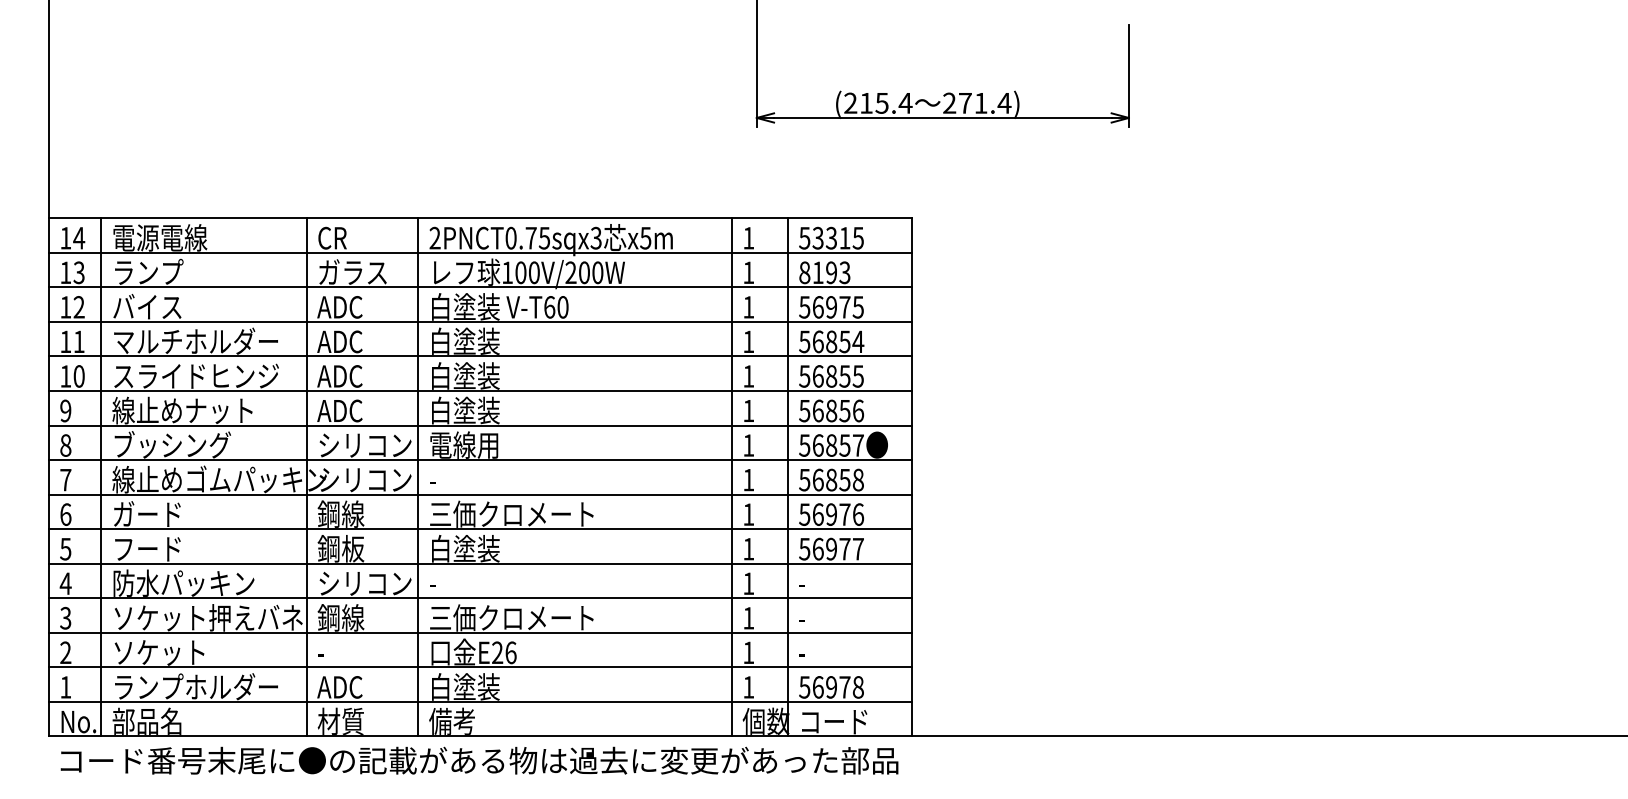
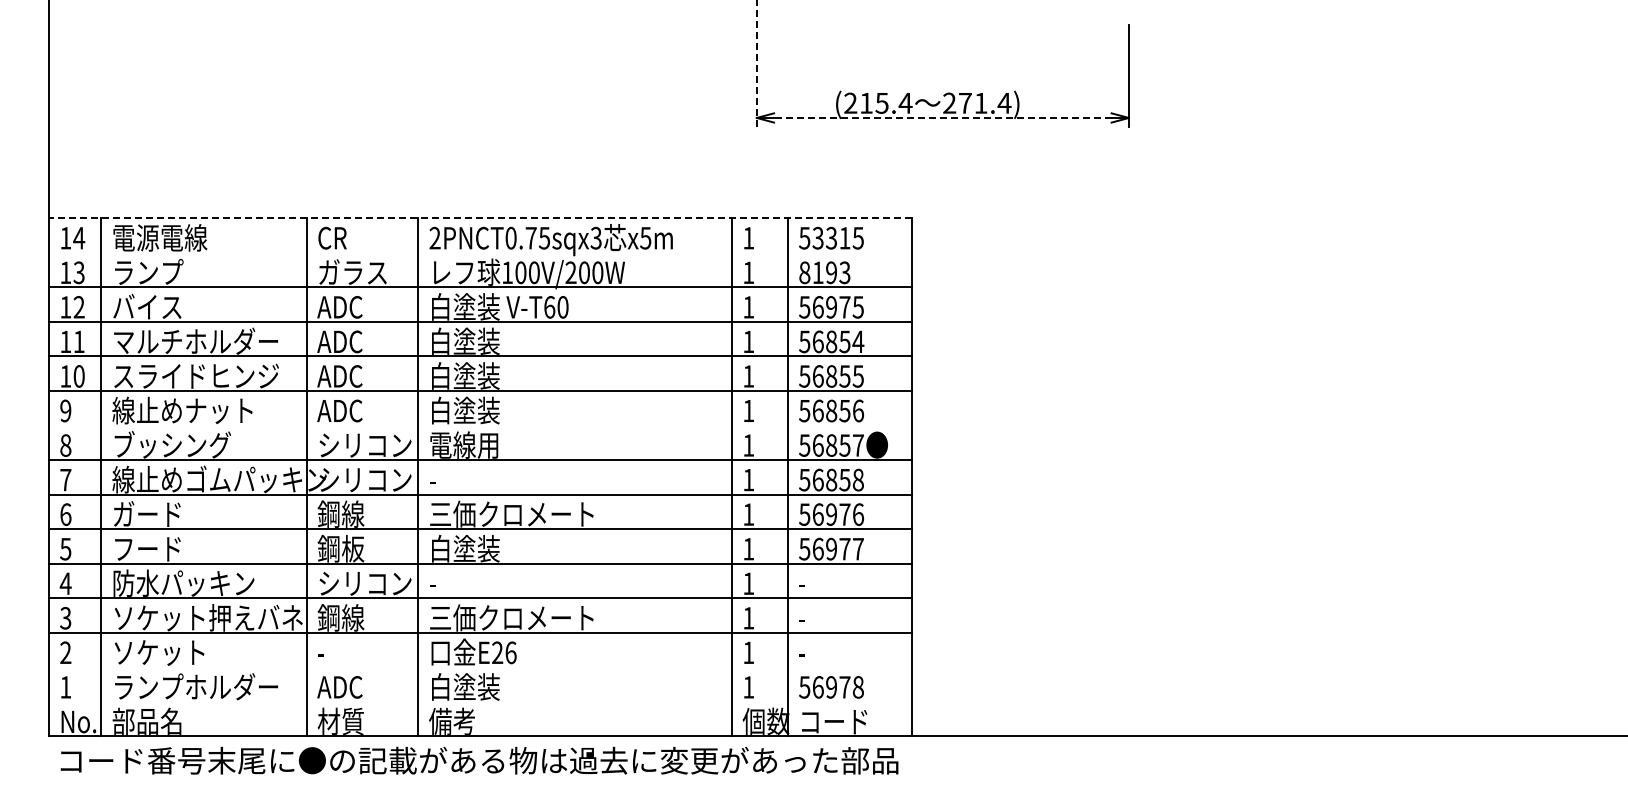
line at (756, 63): solid -> dashed
line at (942, 117): solid -> dashed
line at (480, 218): solid -> dashed
line at (480, 252): present -> none
line at (480, 425): present -> none
line at (480, 667): present -> none
line at (480, 701): present -> none
